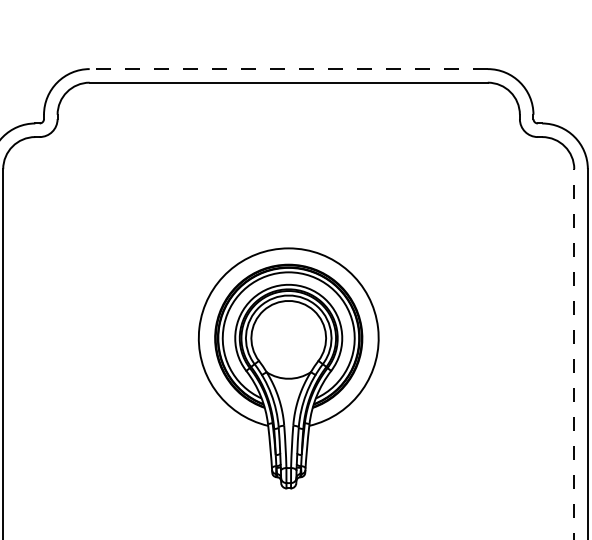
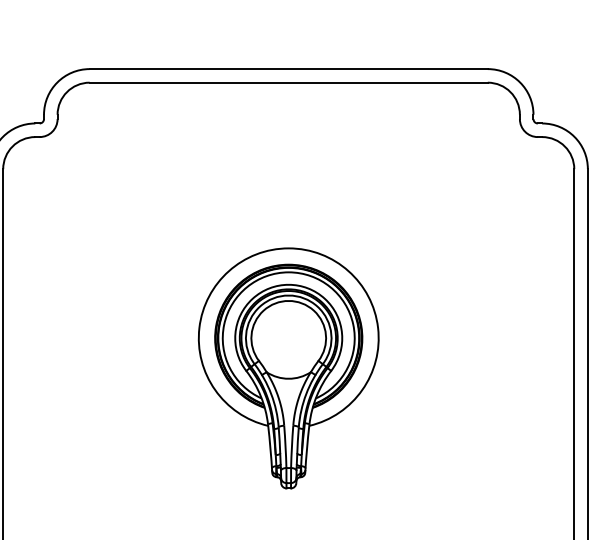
line at (288, 69): dashed -> solid
line at (574, 353): dashed -> solid
